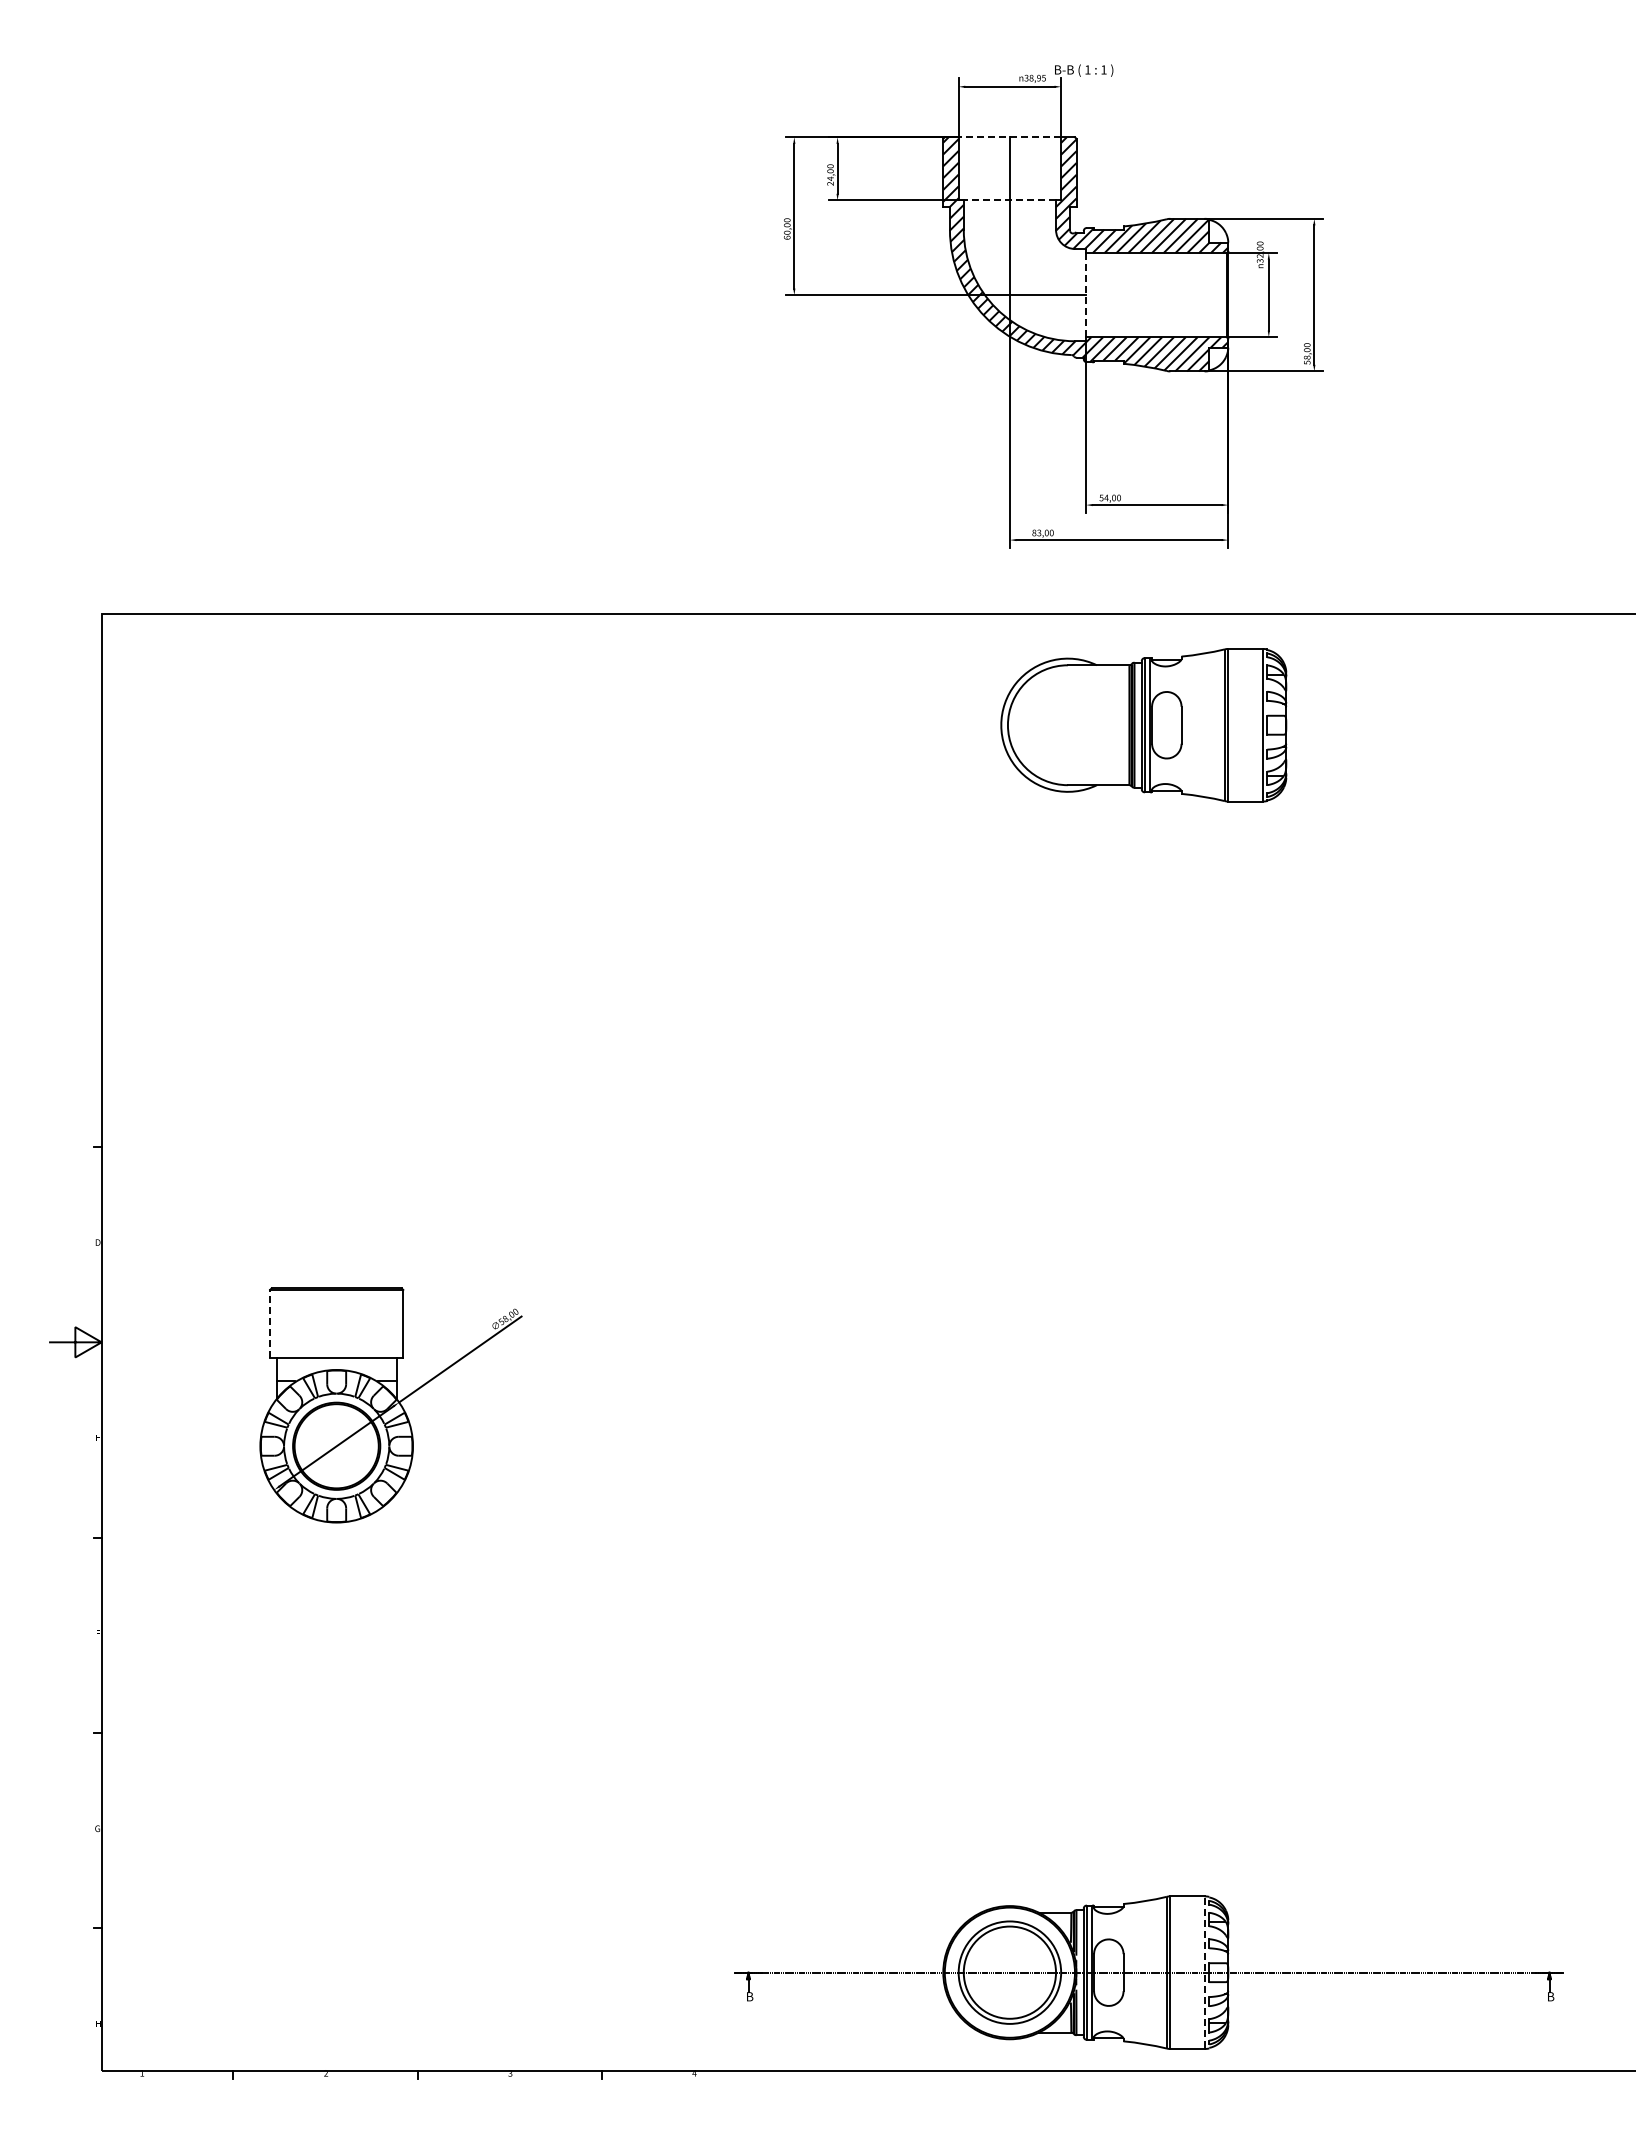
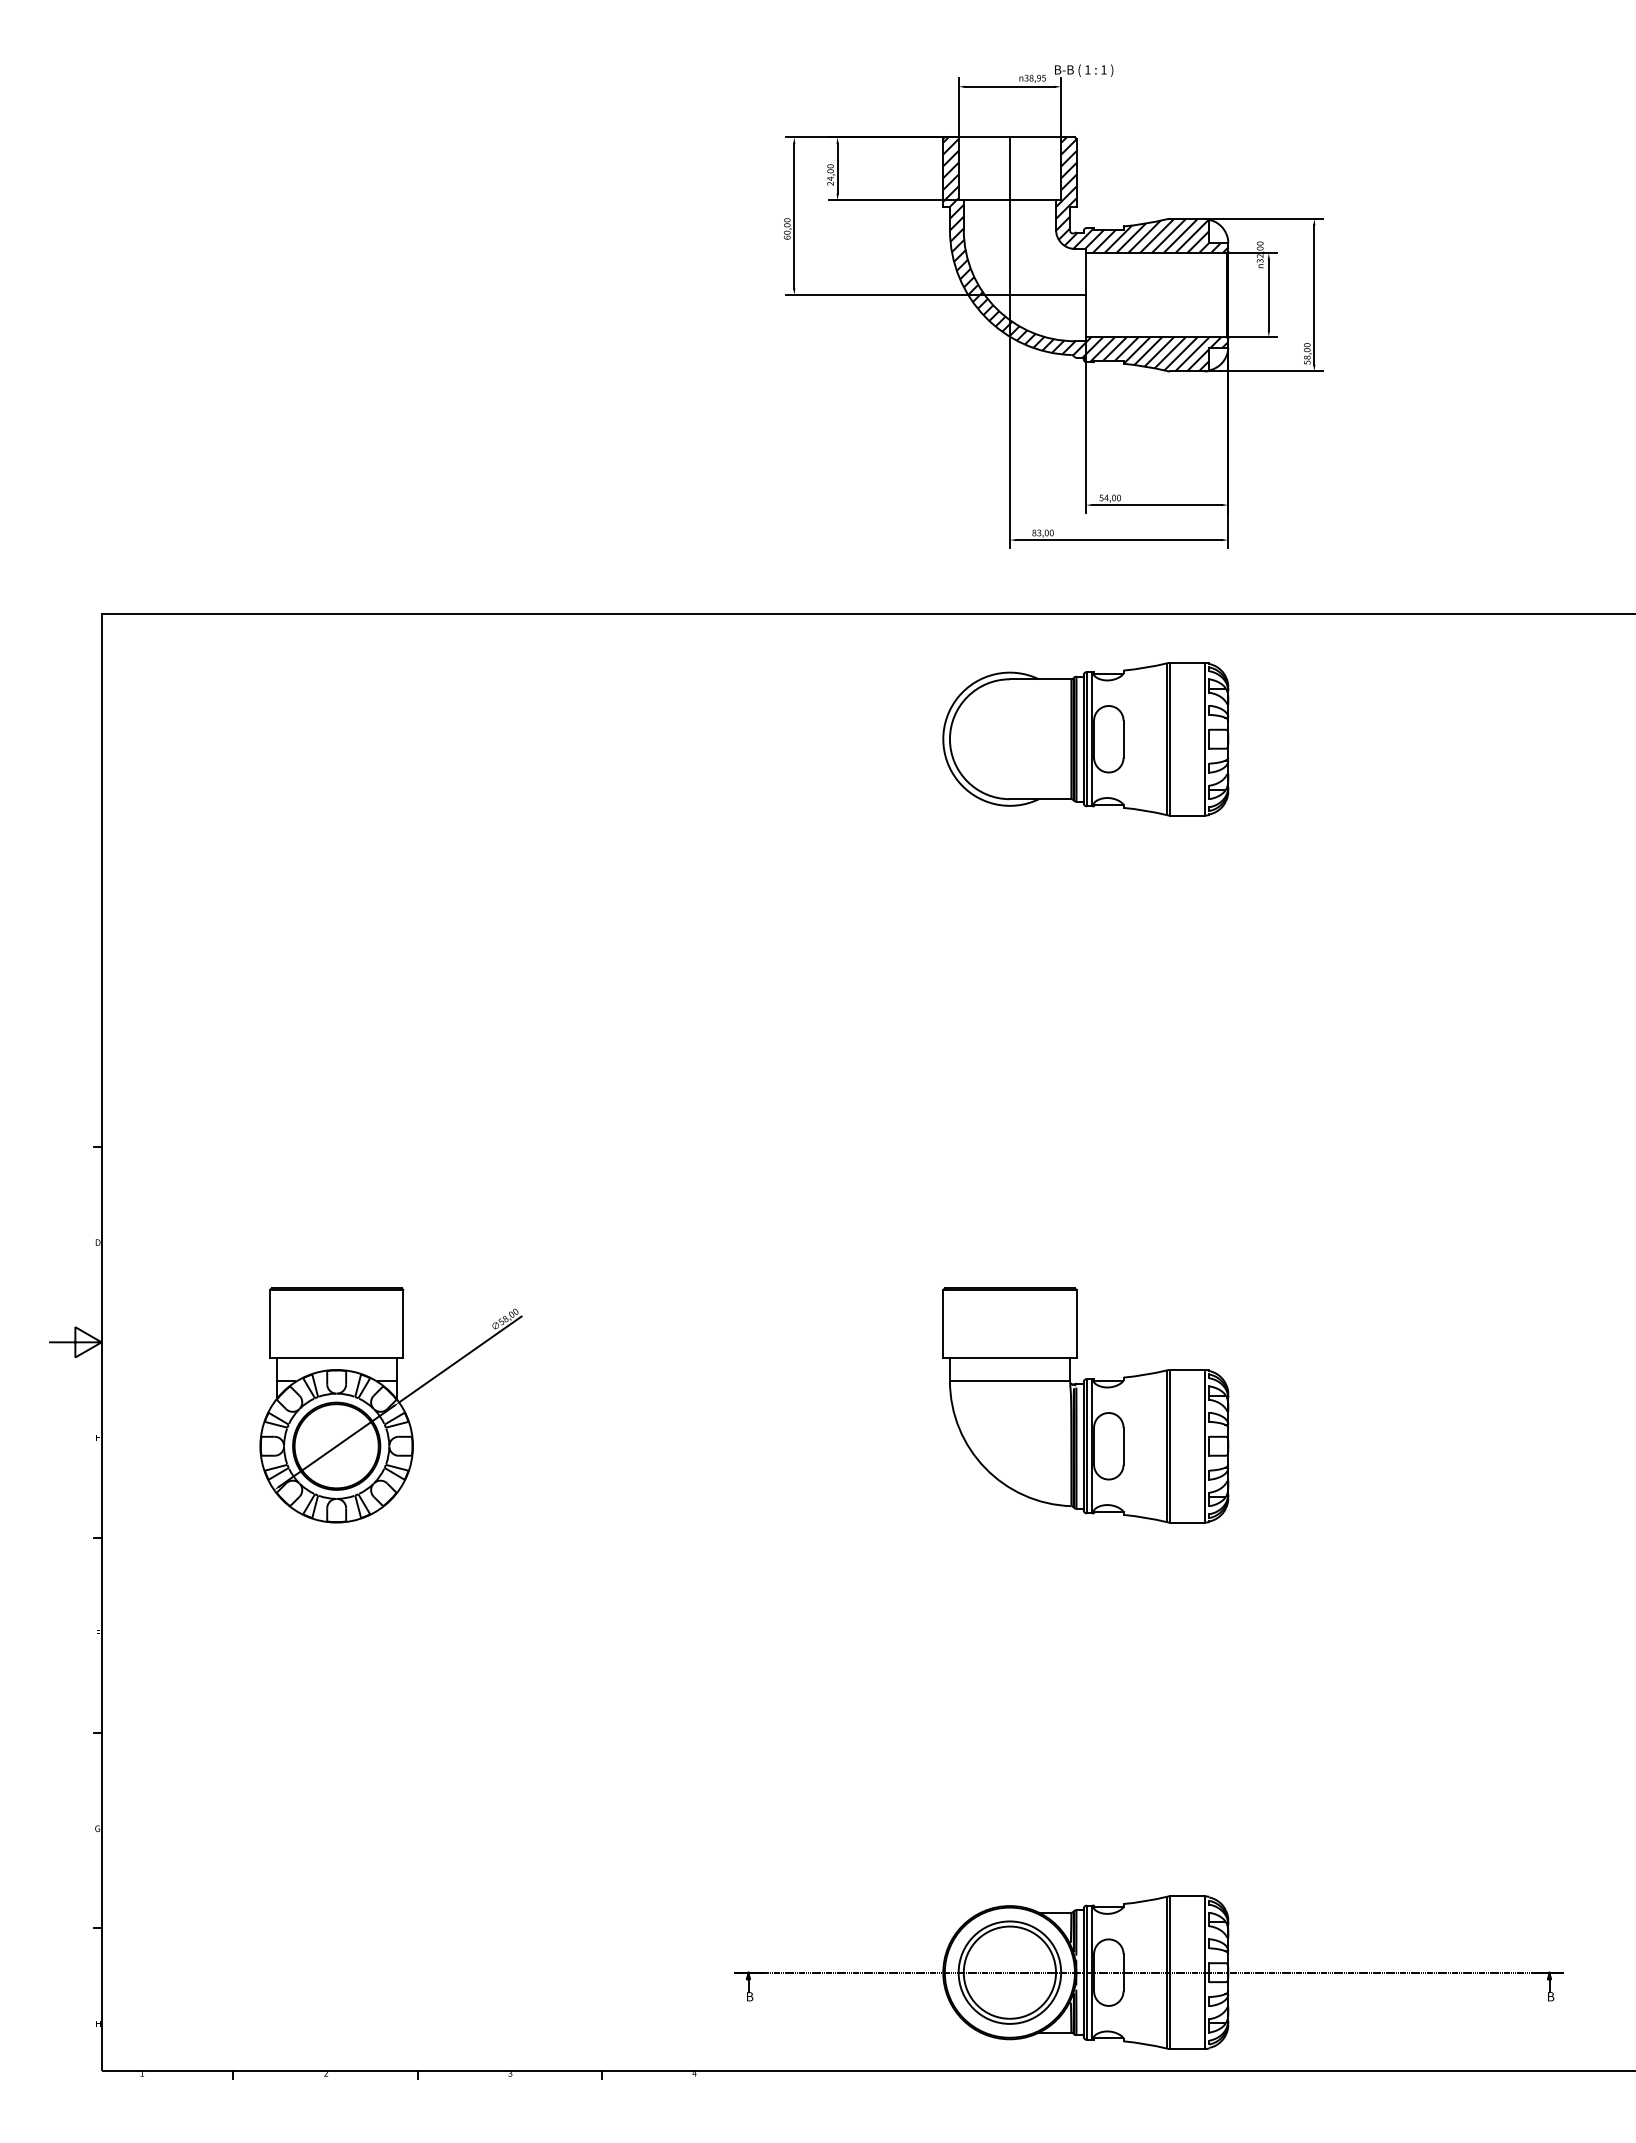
line at (1009, 137): dashed -> solid
line at (1009, 200): dashed -> solid
line at (1086, 294): dashed -> solid
part at (1143, 725) position: (1143, 725) -> (1085, 739)
line at (270, 1323): dashed -> solid
part at (1085, 1405): none -> present
line at (1204, 1972): dashed -> solid
